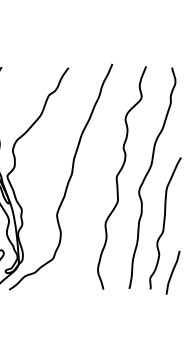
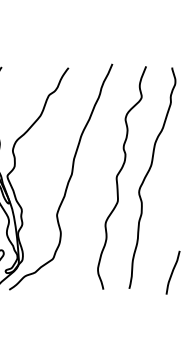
curve at (165, 222): present -> none
